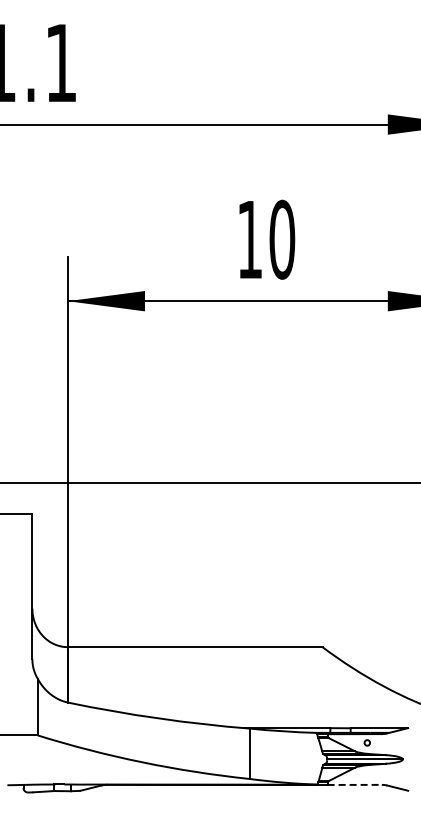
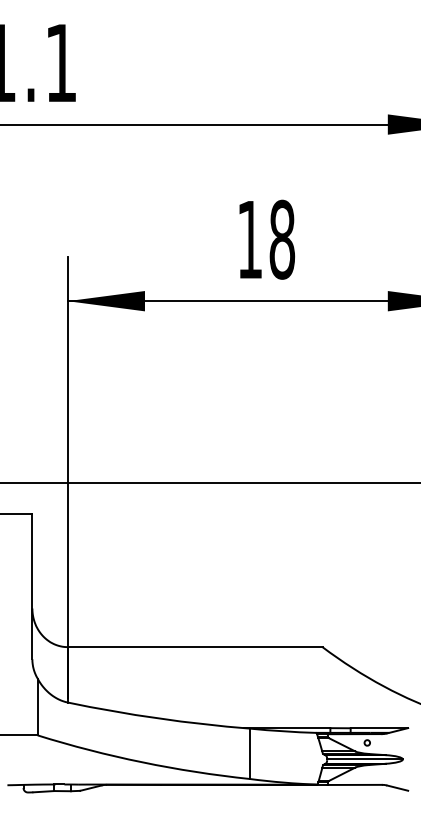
text at (282, 239): 10 -> 18
line at (355, 784): dashed -> solid
